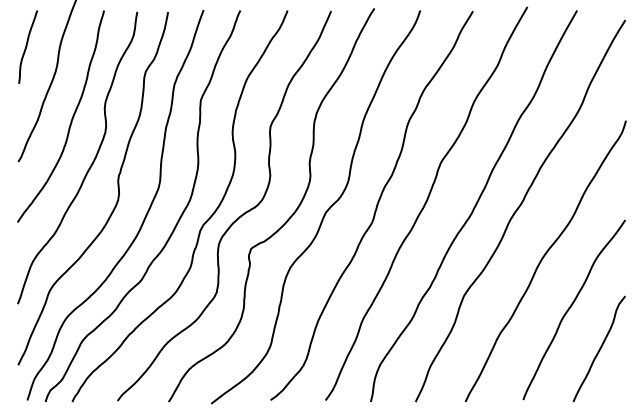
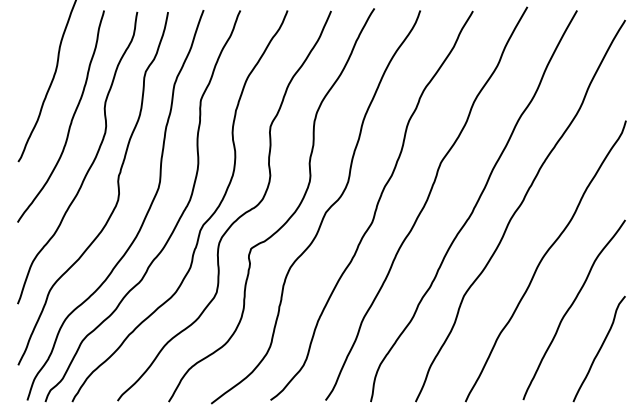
curve at (27, 46): present -> none
